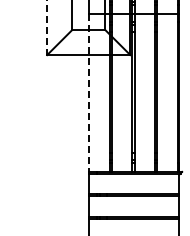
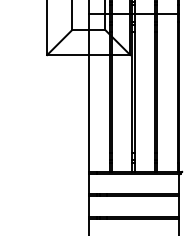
line at (47, 28): dashed -> solid
line at (88, 92): dashed -> solid
